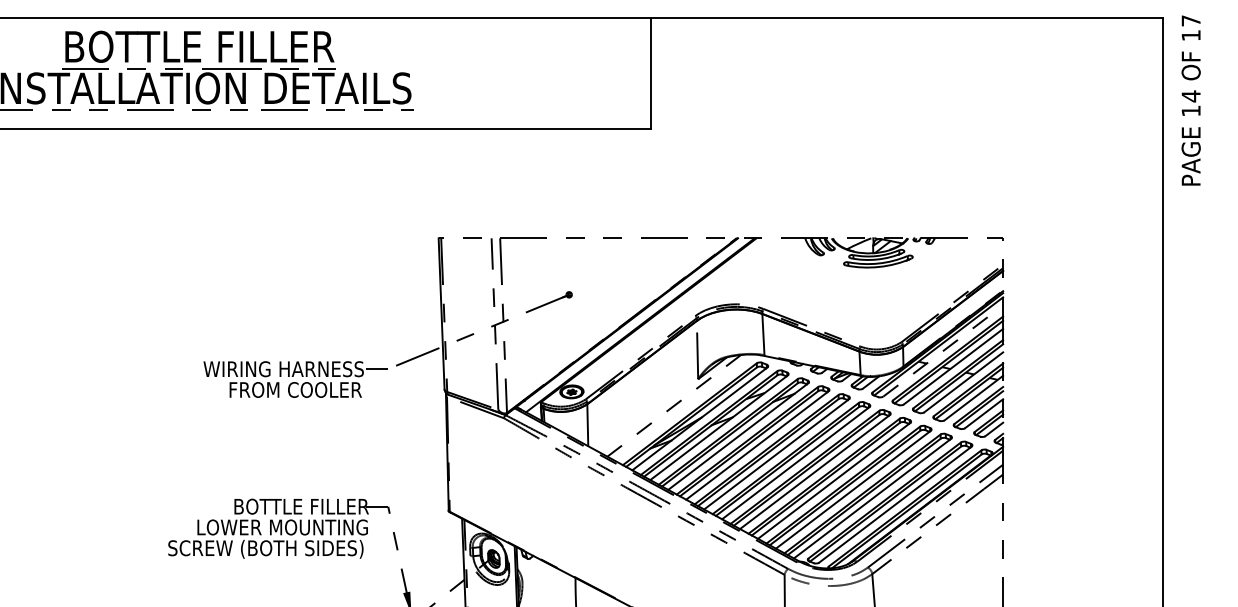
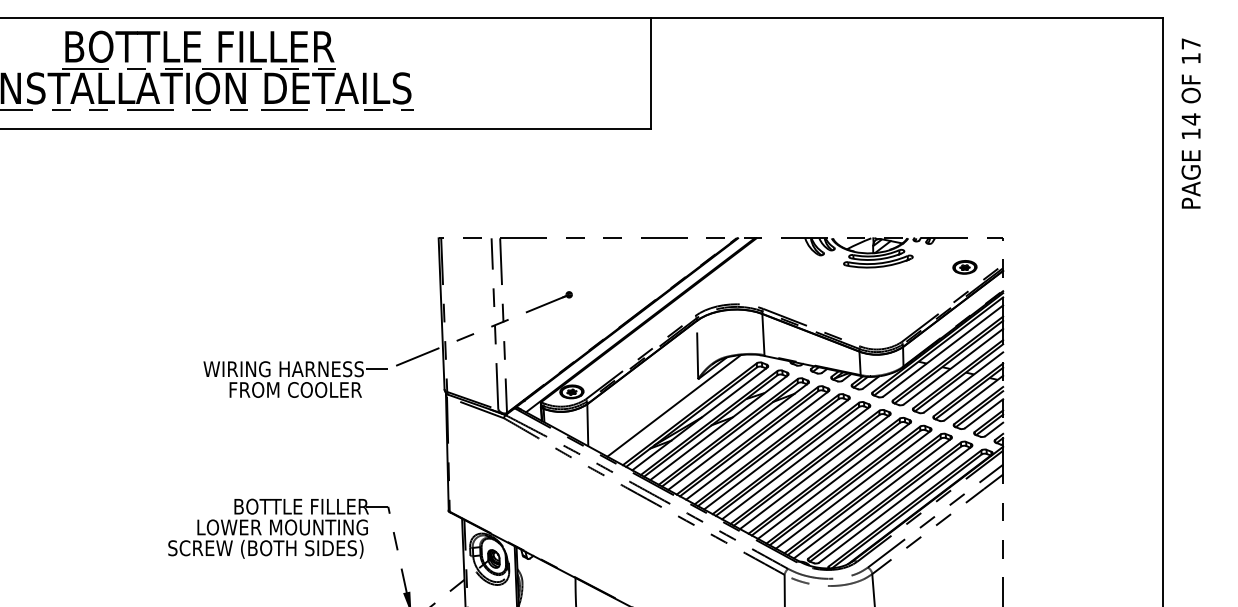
text at (1190, 100) position: (1190, 100) -> (1190, 123)
part at (964, 267): none -> present
line at (943, 350): dashed -> solid
line at (674, 405): dashed -> solid
